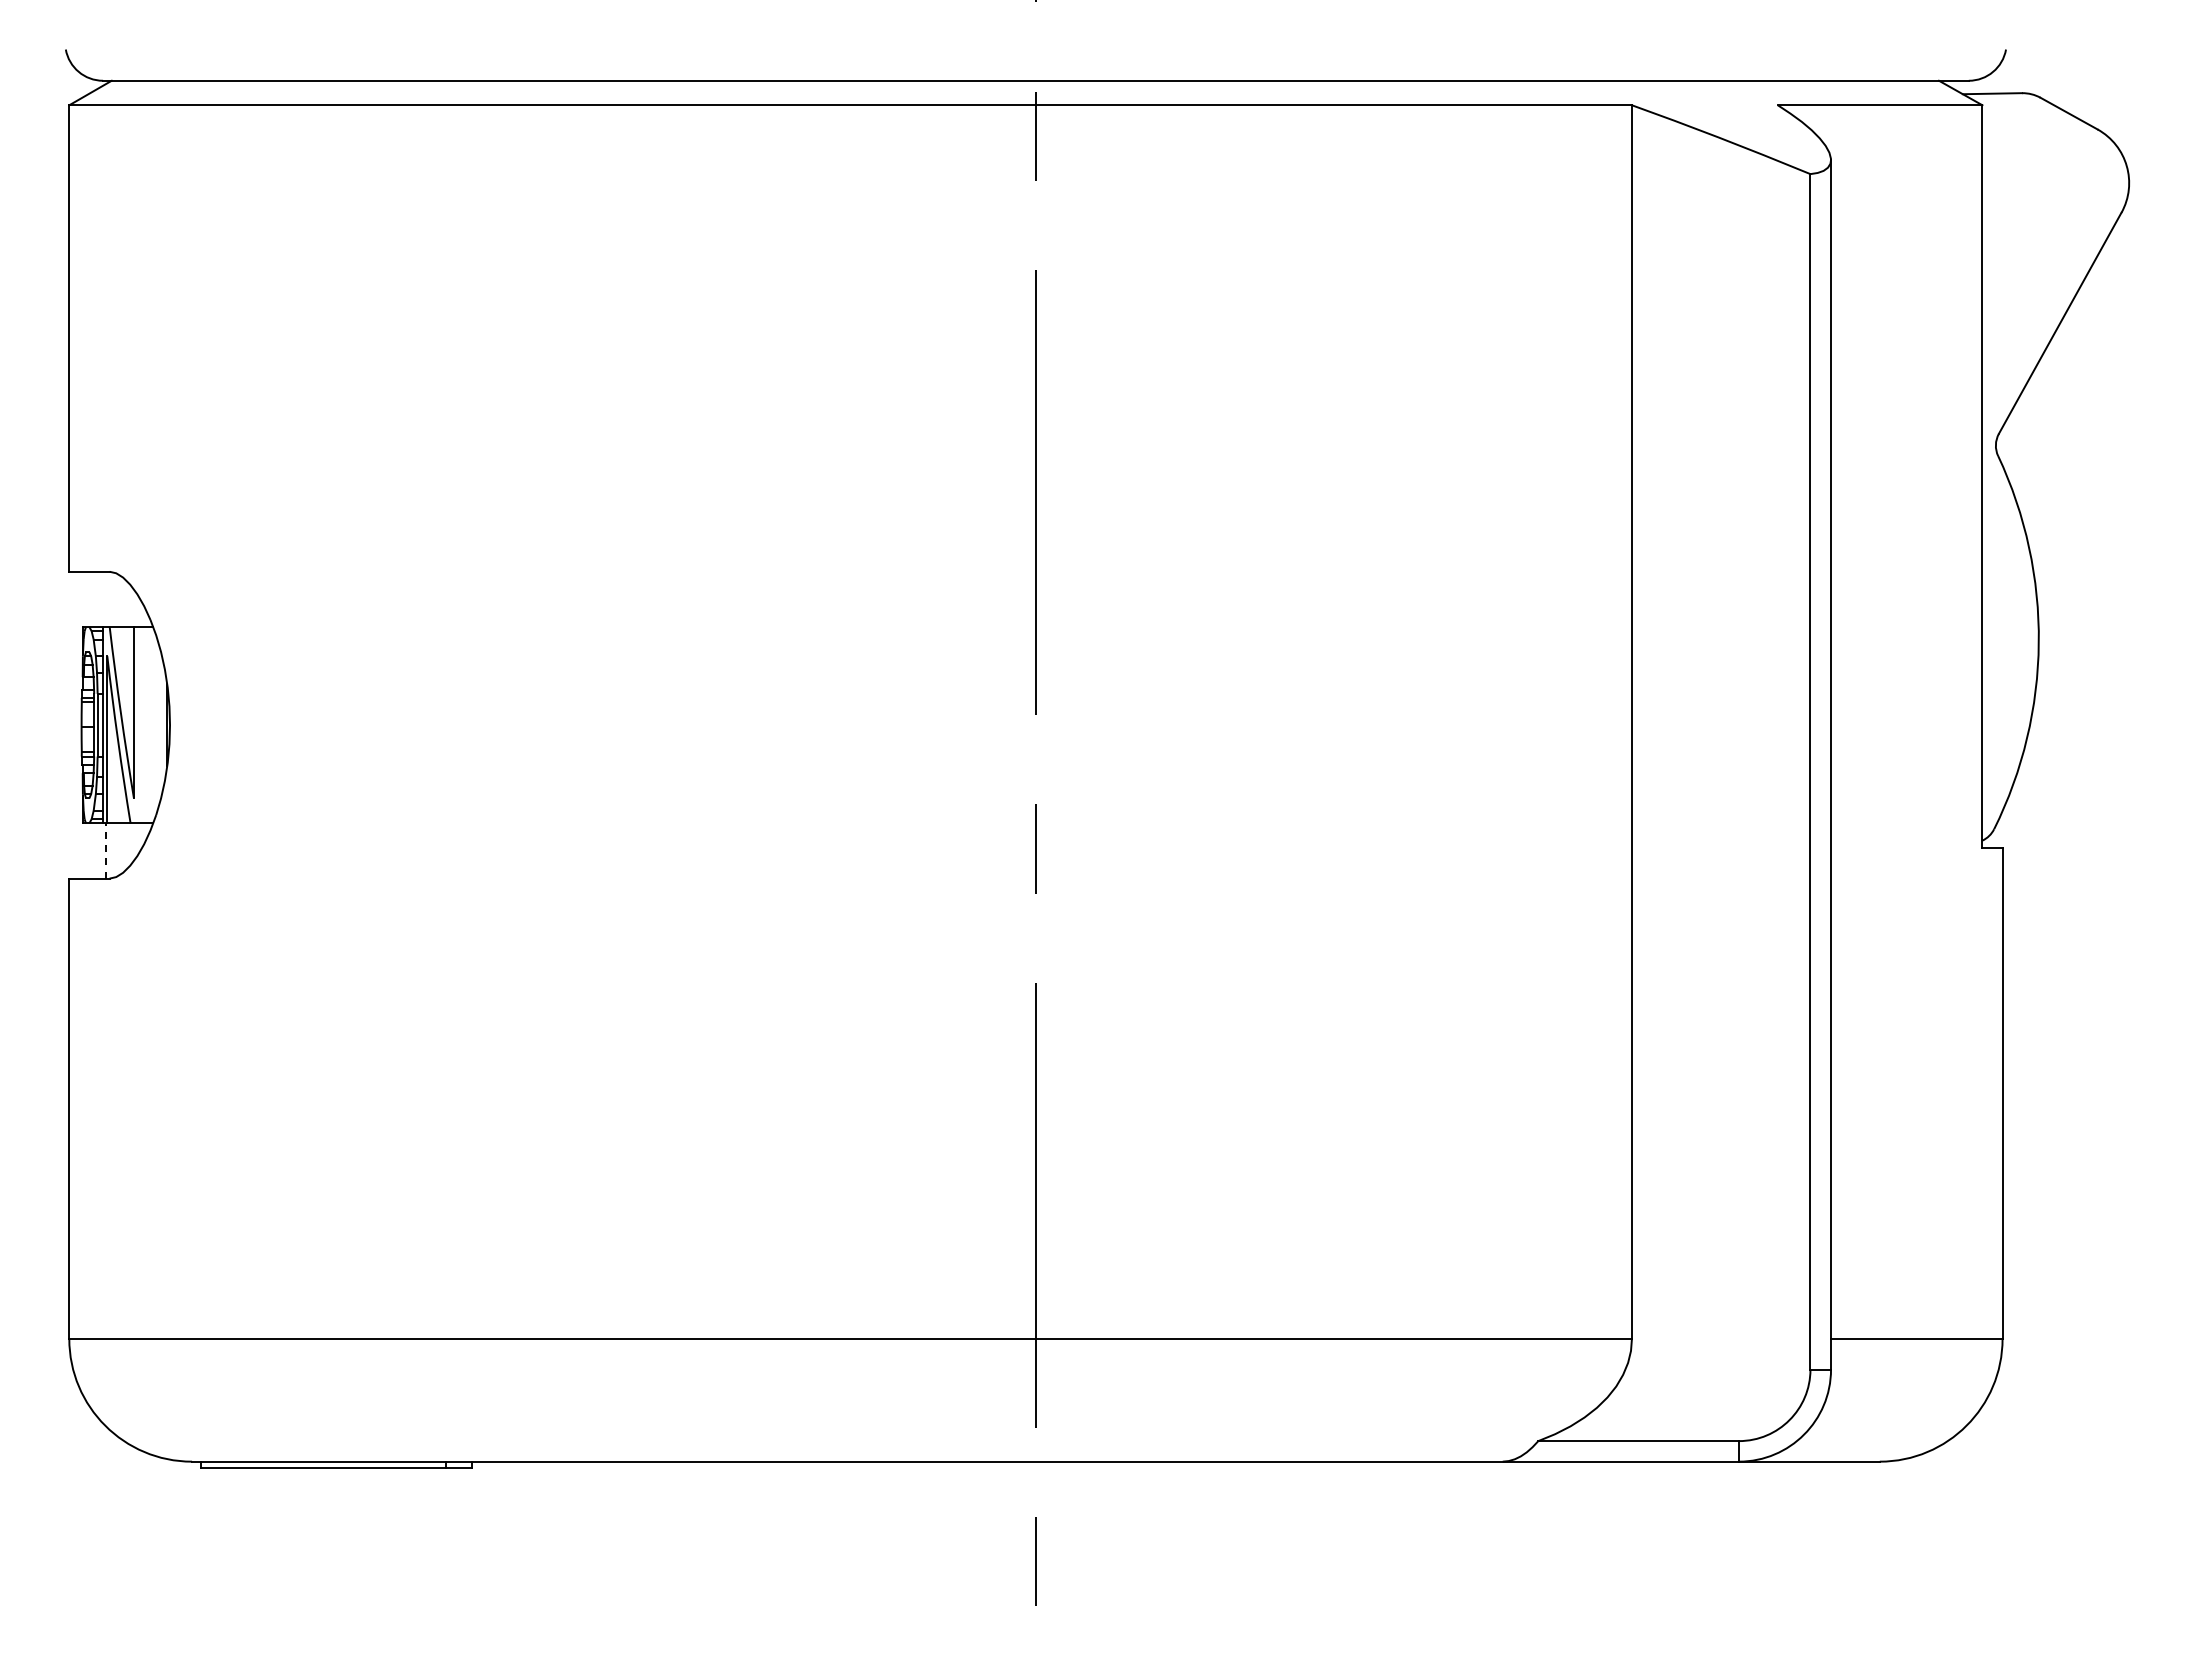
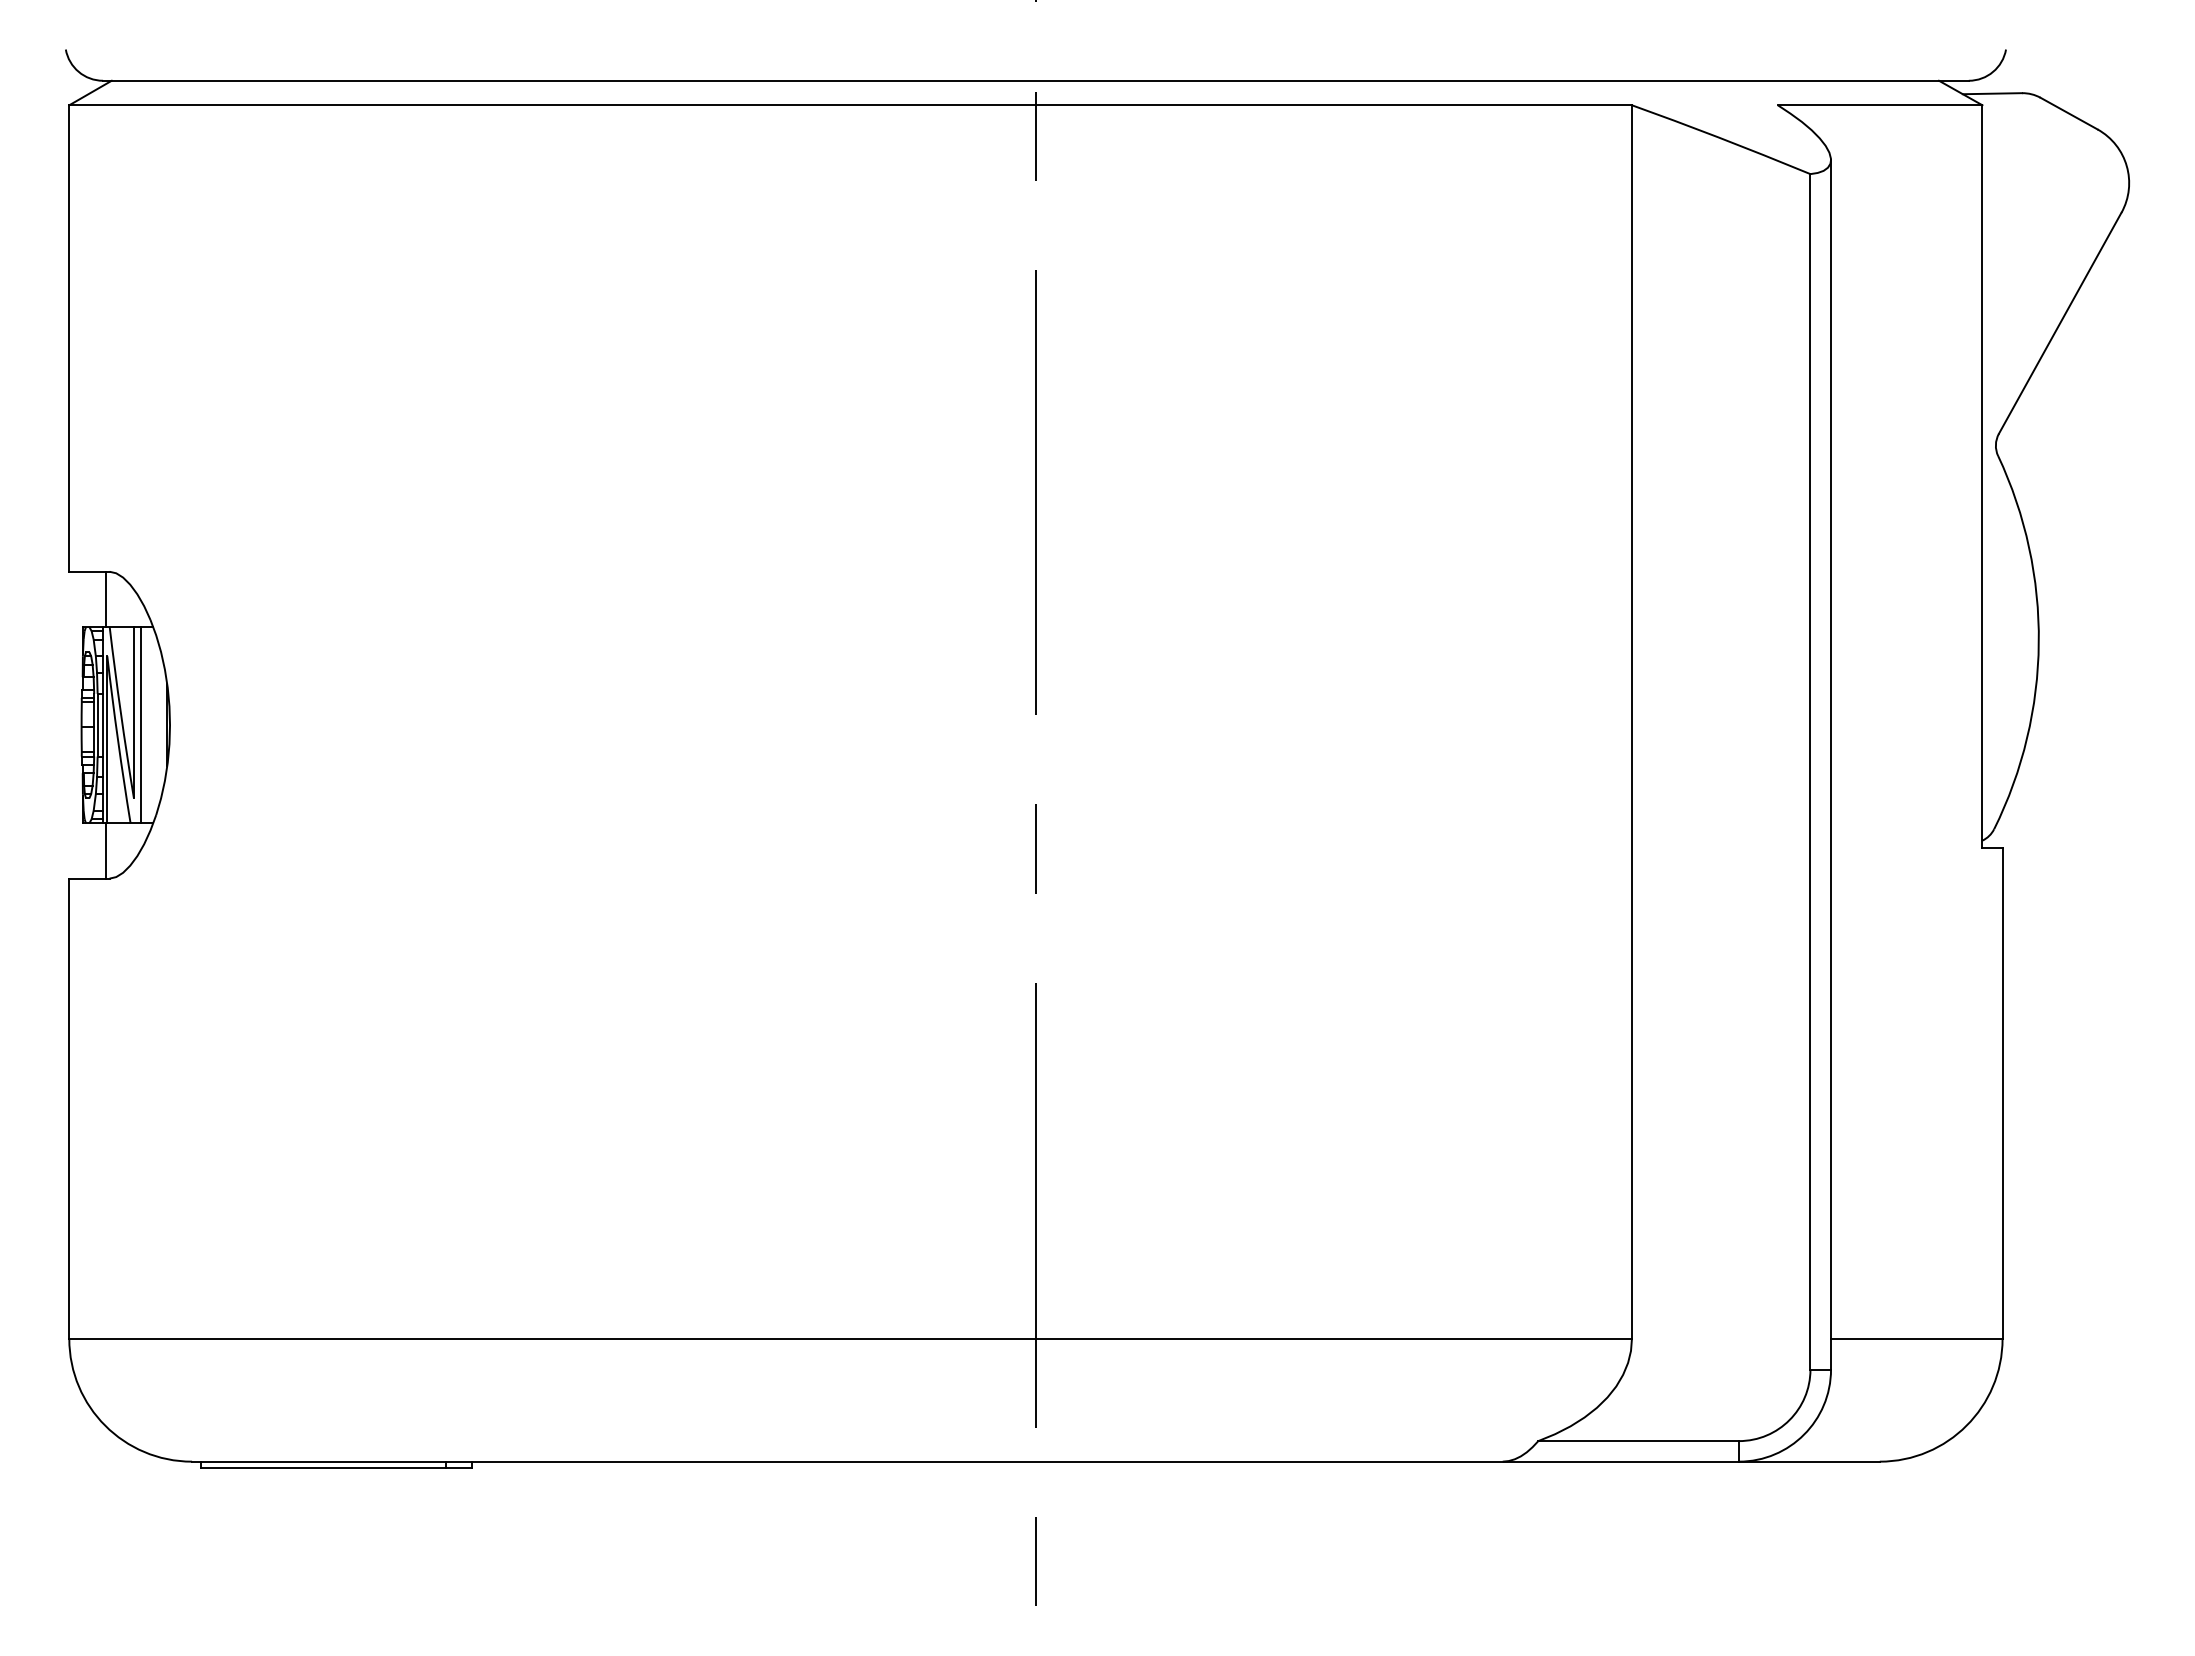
line at (106, 599): none -> present
line at (141, 725): none -> present
line at (106, 851): dashed -> solid
